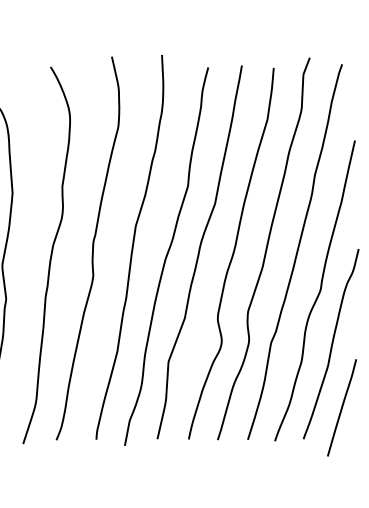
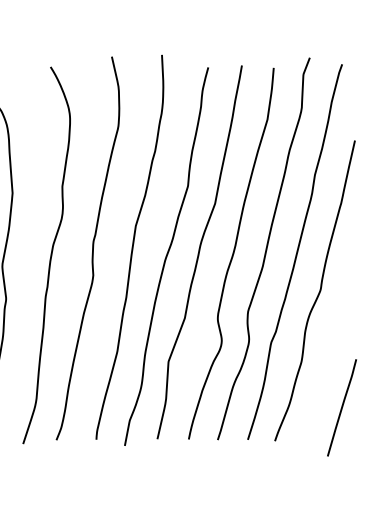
curve at (331, 344): present -> none
